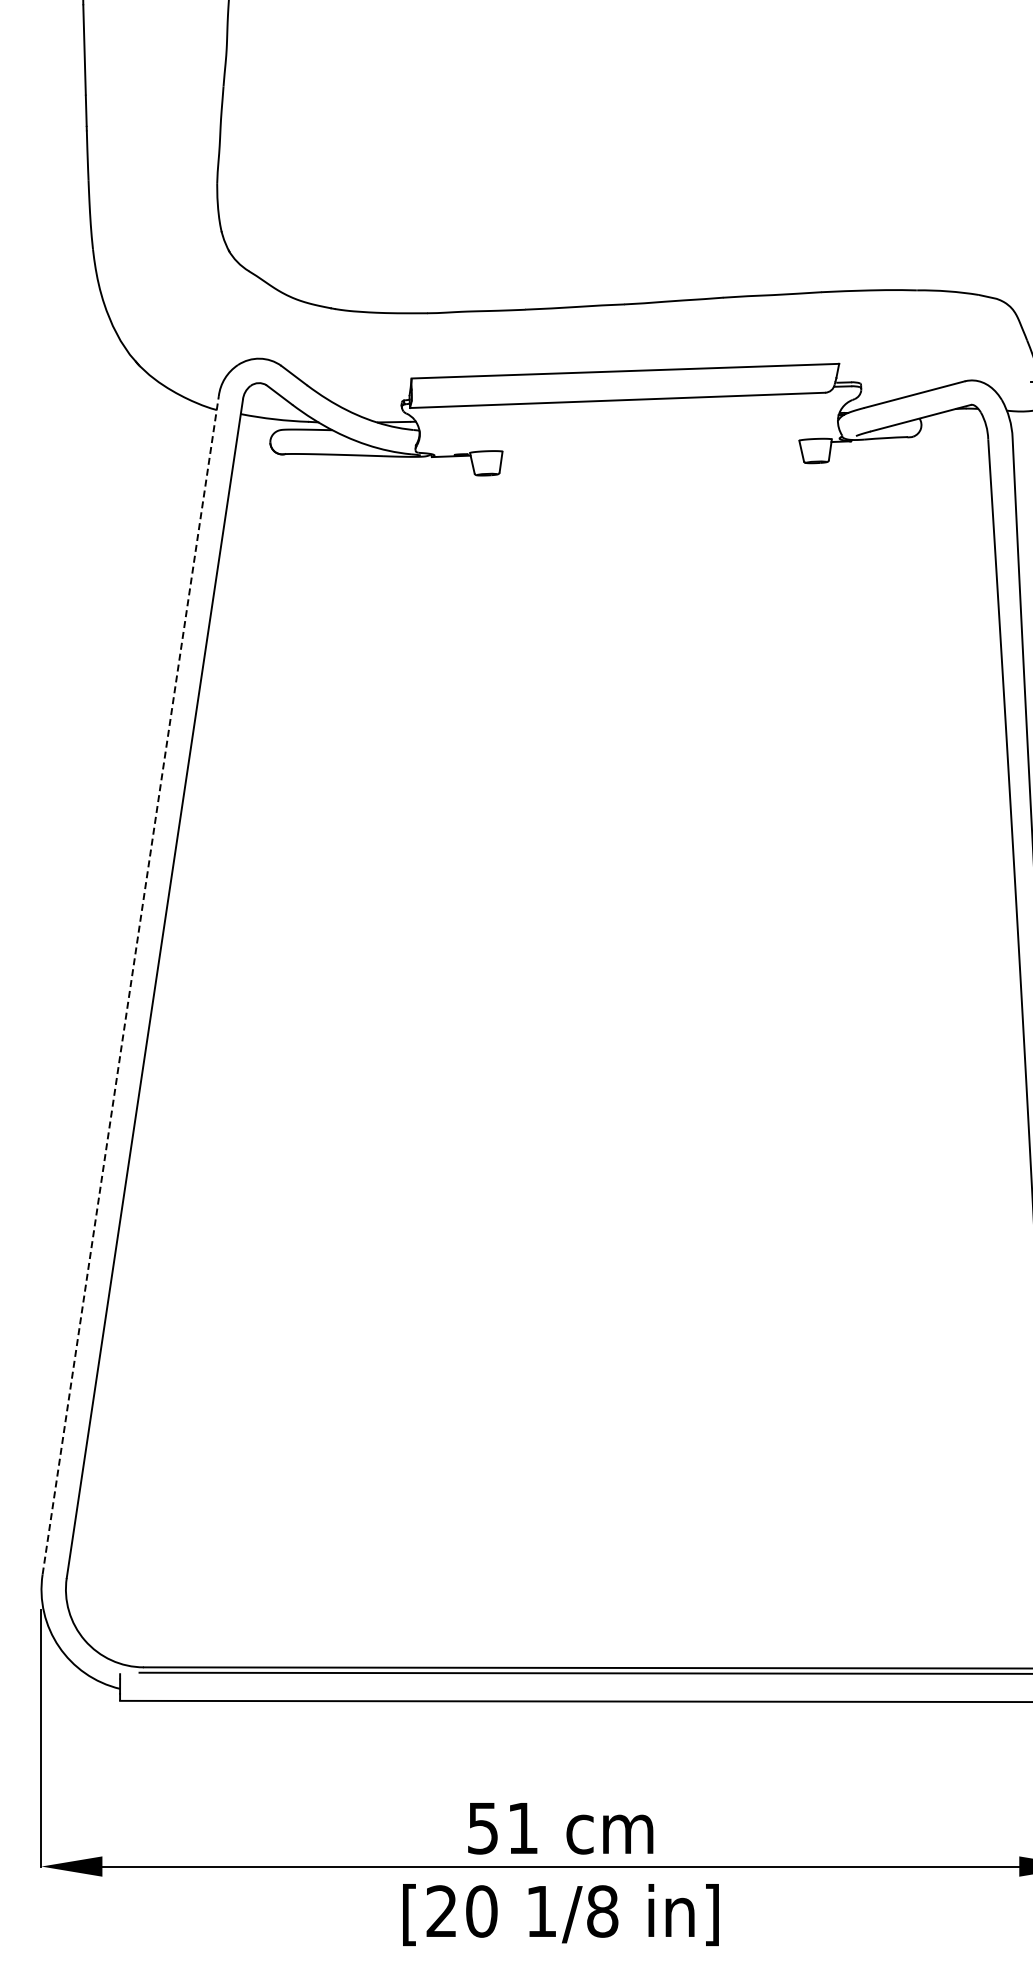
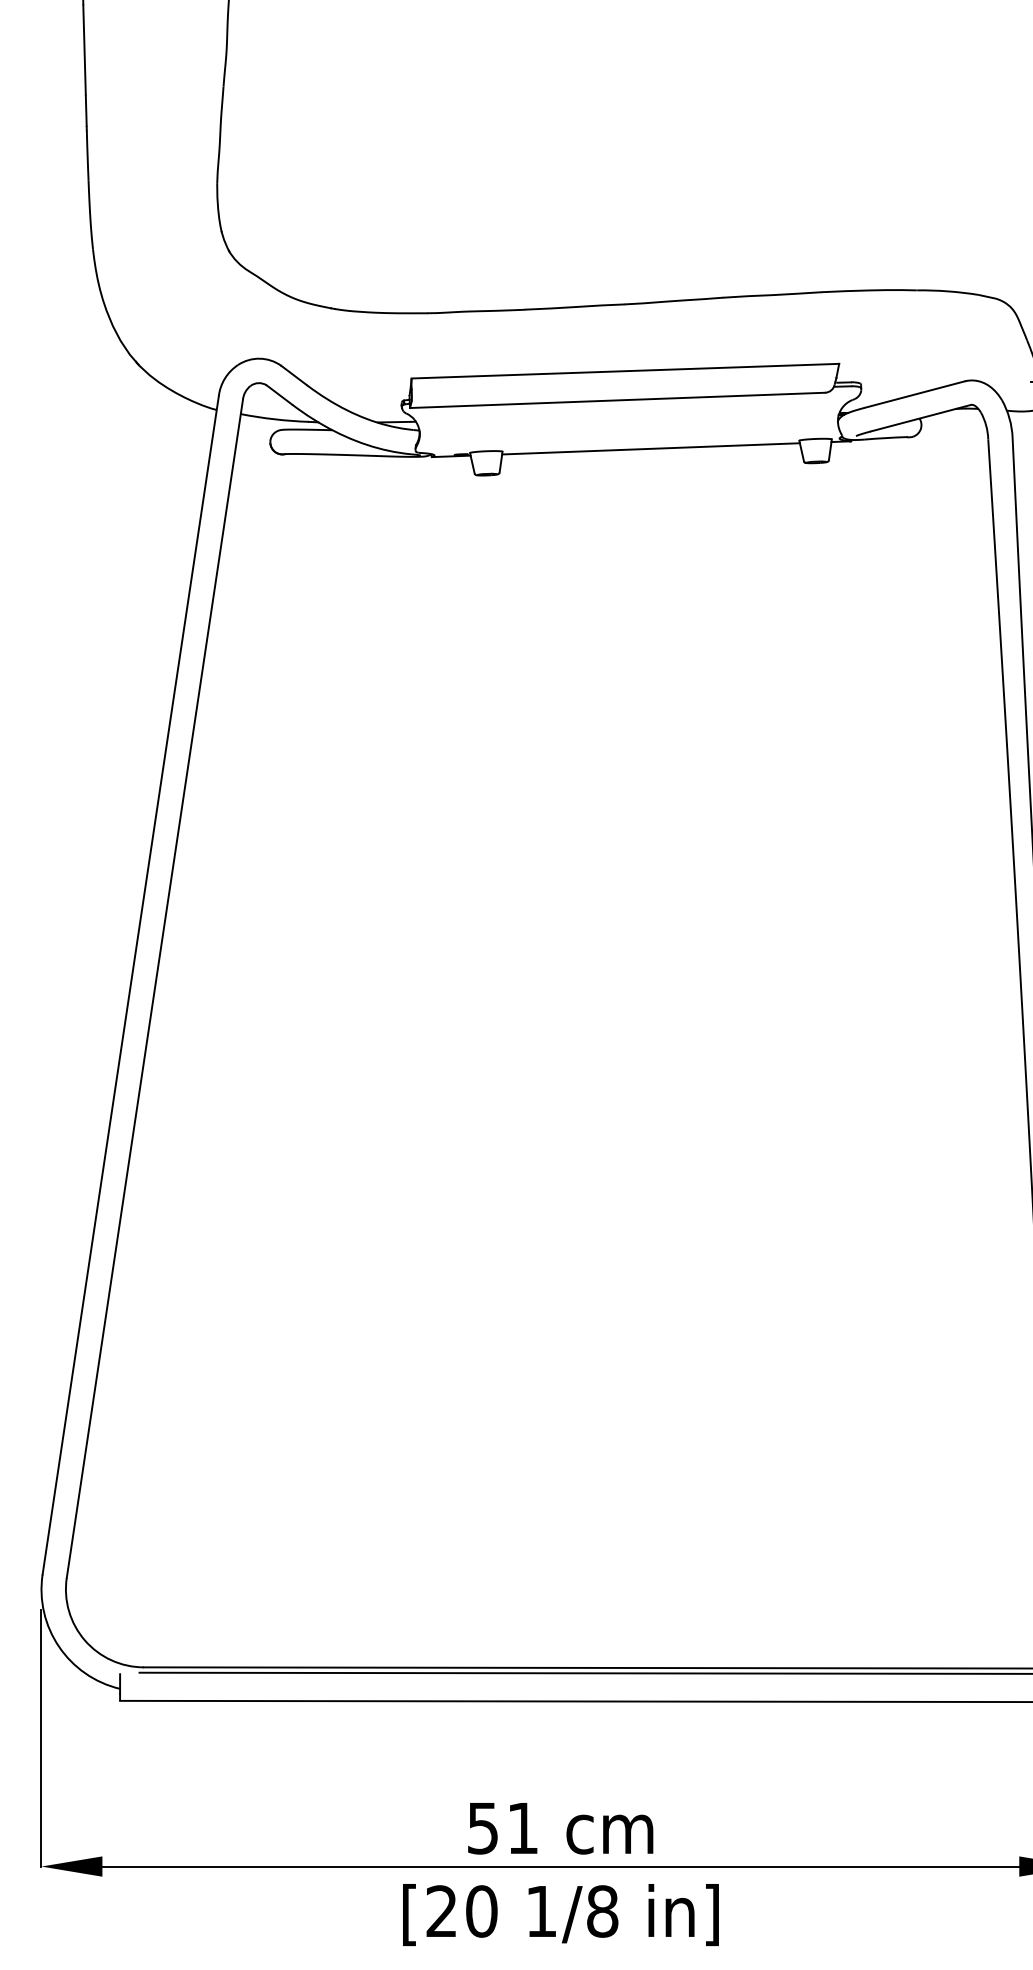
line at (650, 448): none -> present
line at (130, 985): dashed -> solid
